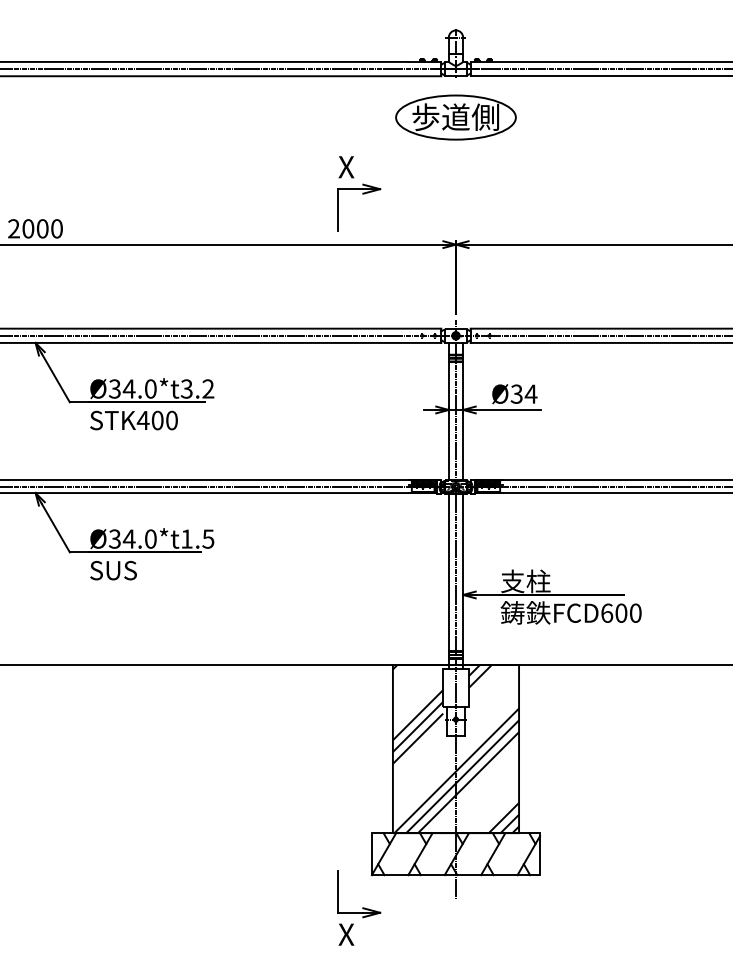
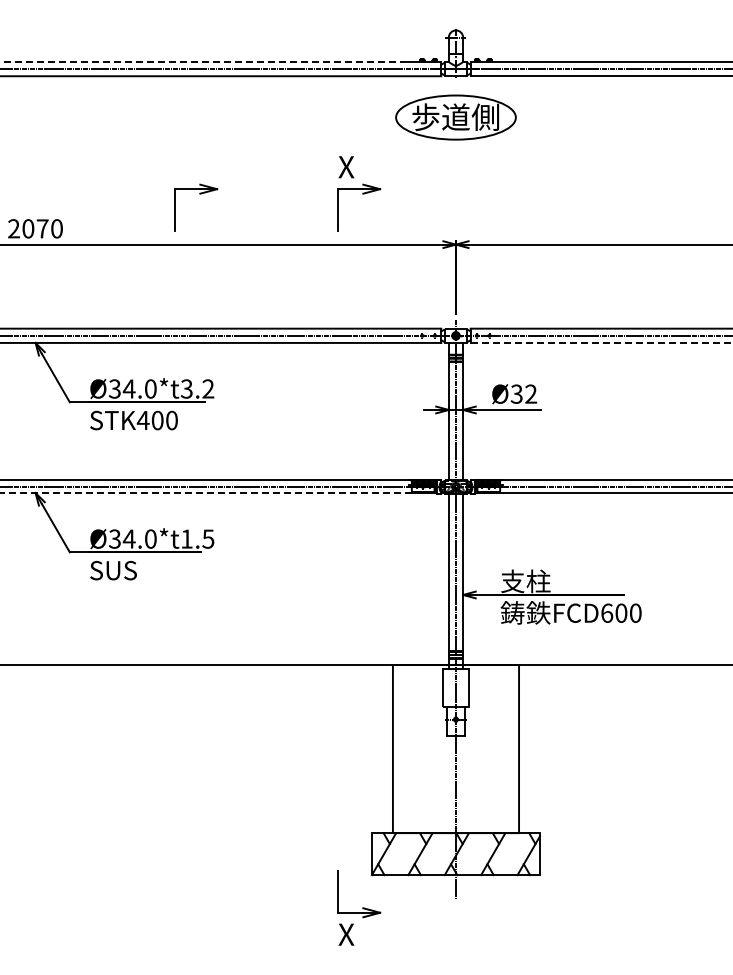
line at (204, 61): solid -> dashed
part at (199, 194): none -> present
text at (42, 228): 2000 -> 2070
line at (601, 342): solid -> dashed
text at (530, 393): Ø34 -> Ø32
line at (217, 493): solid -> dashed
hatch at (455, 748): present -> none
